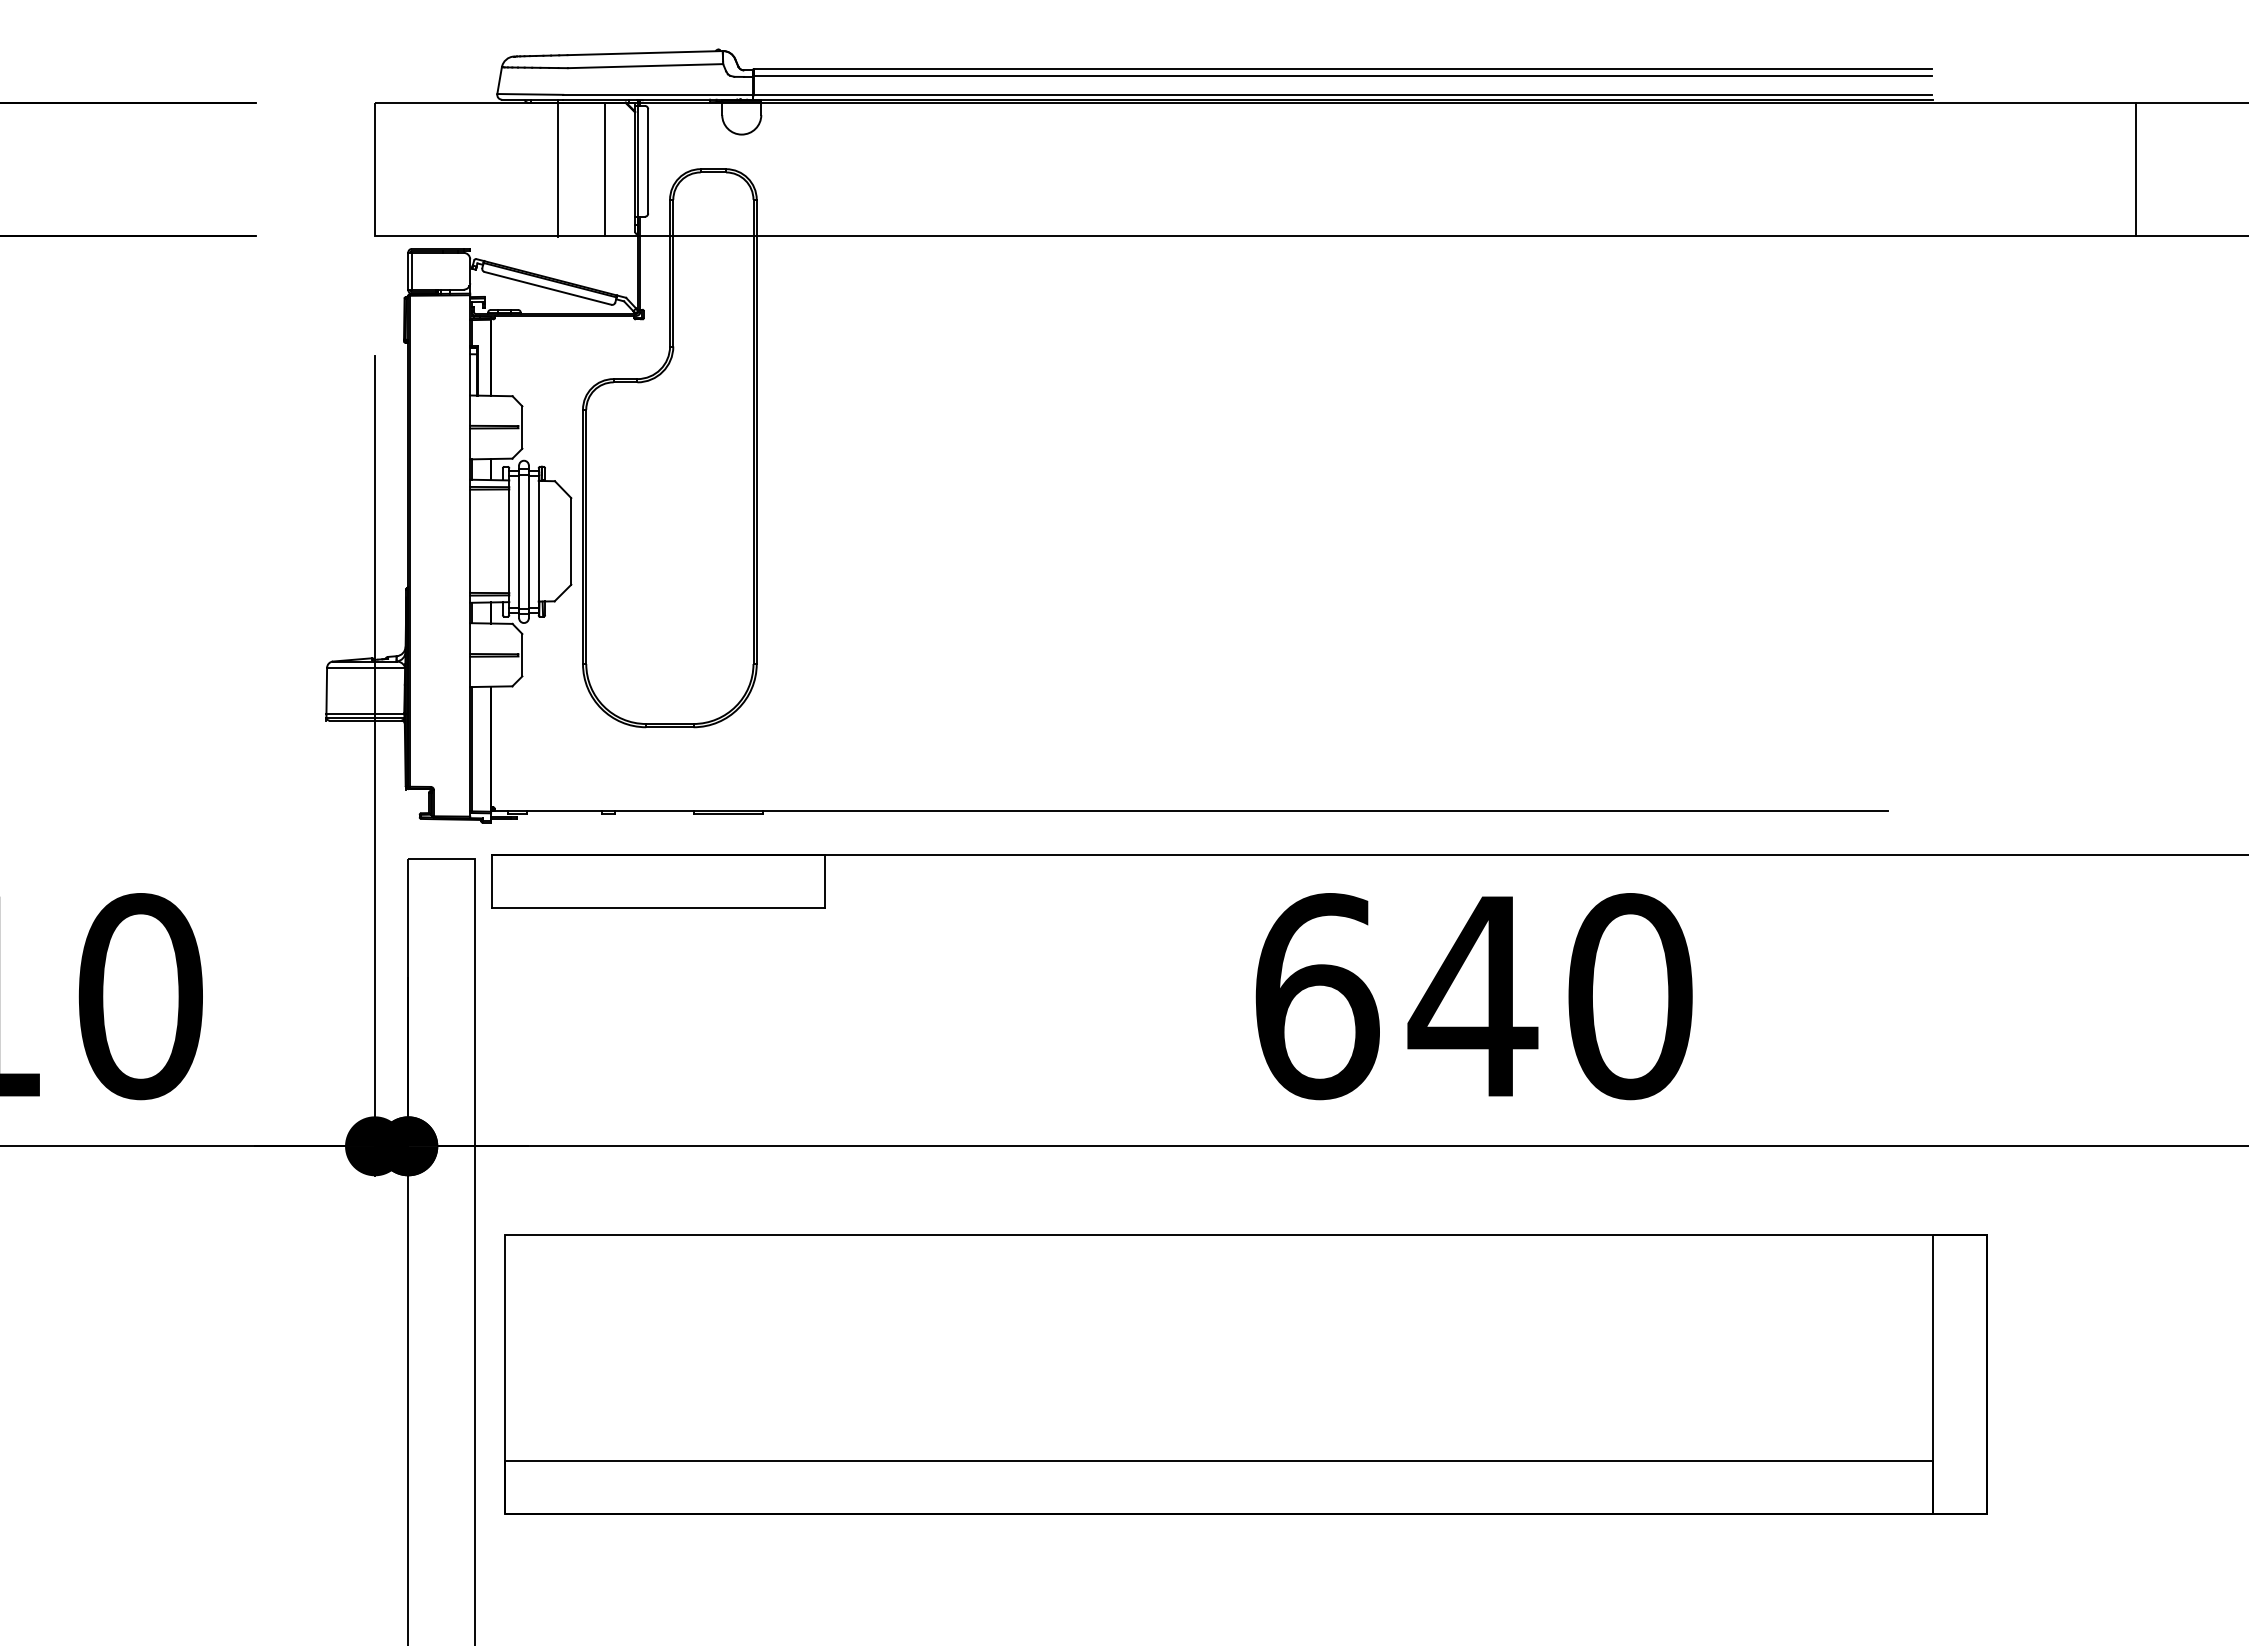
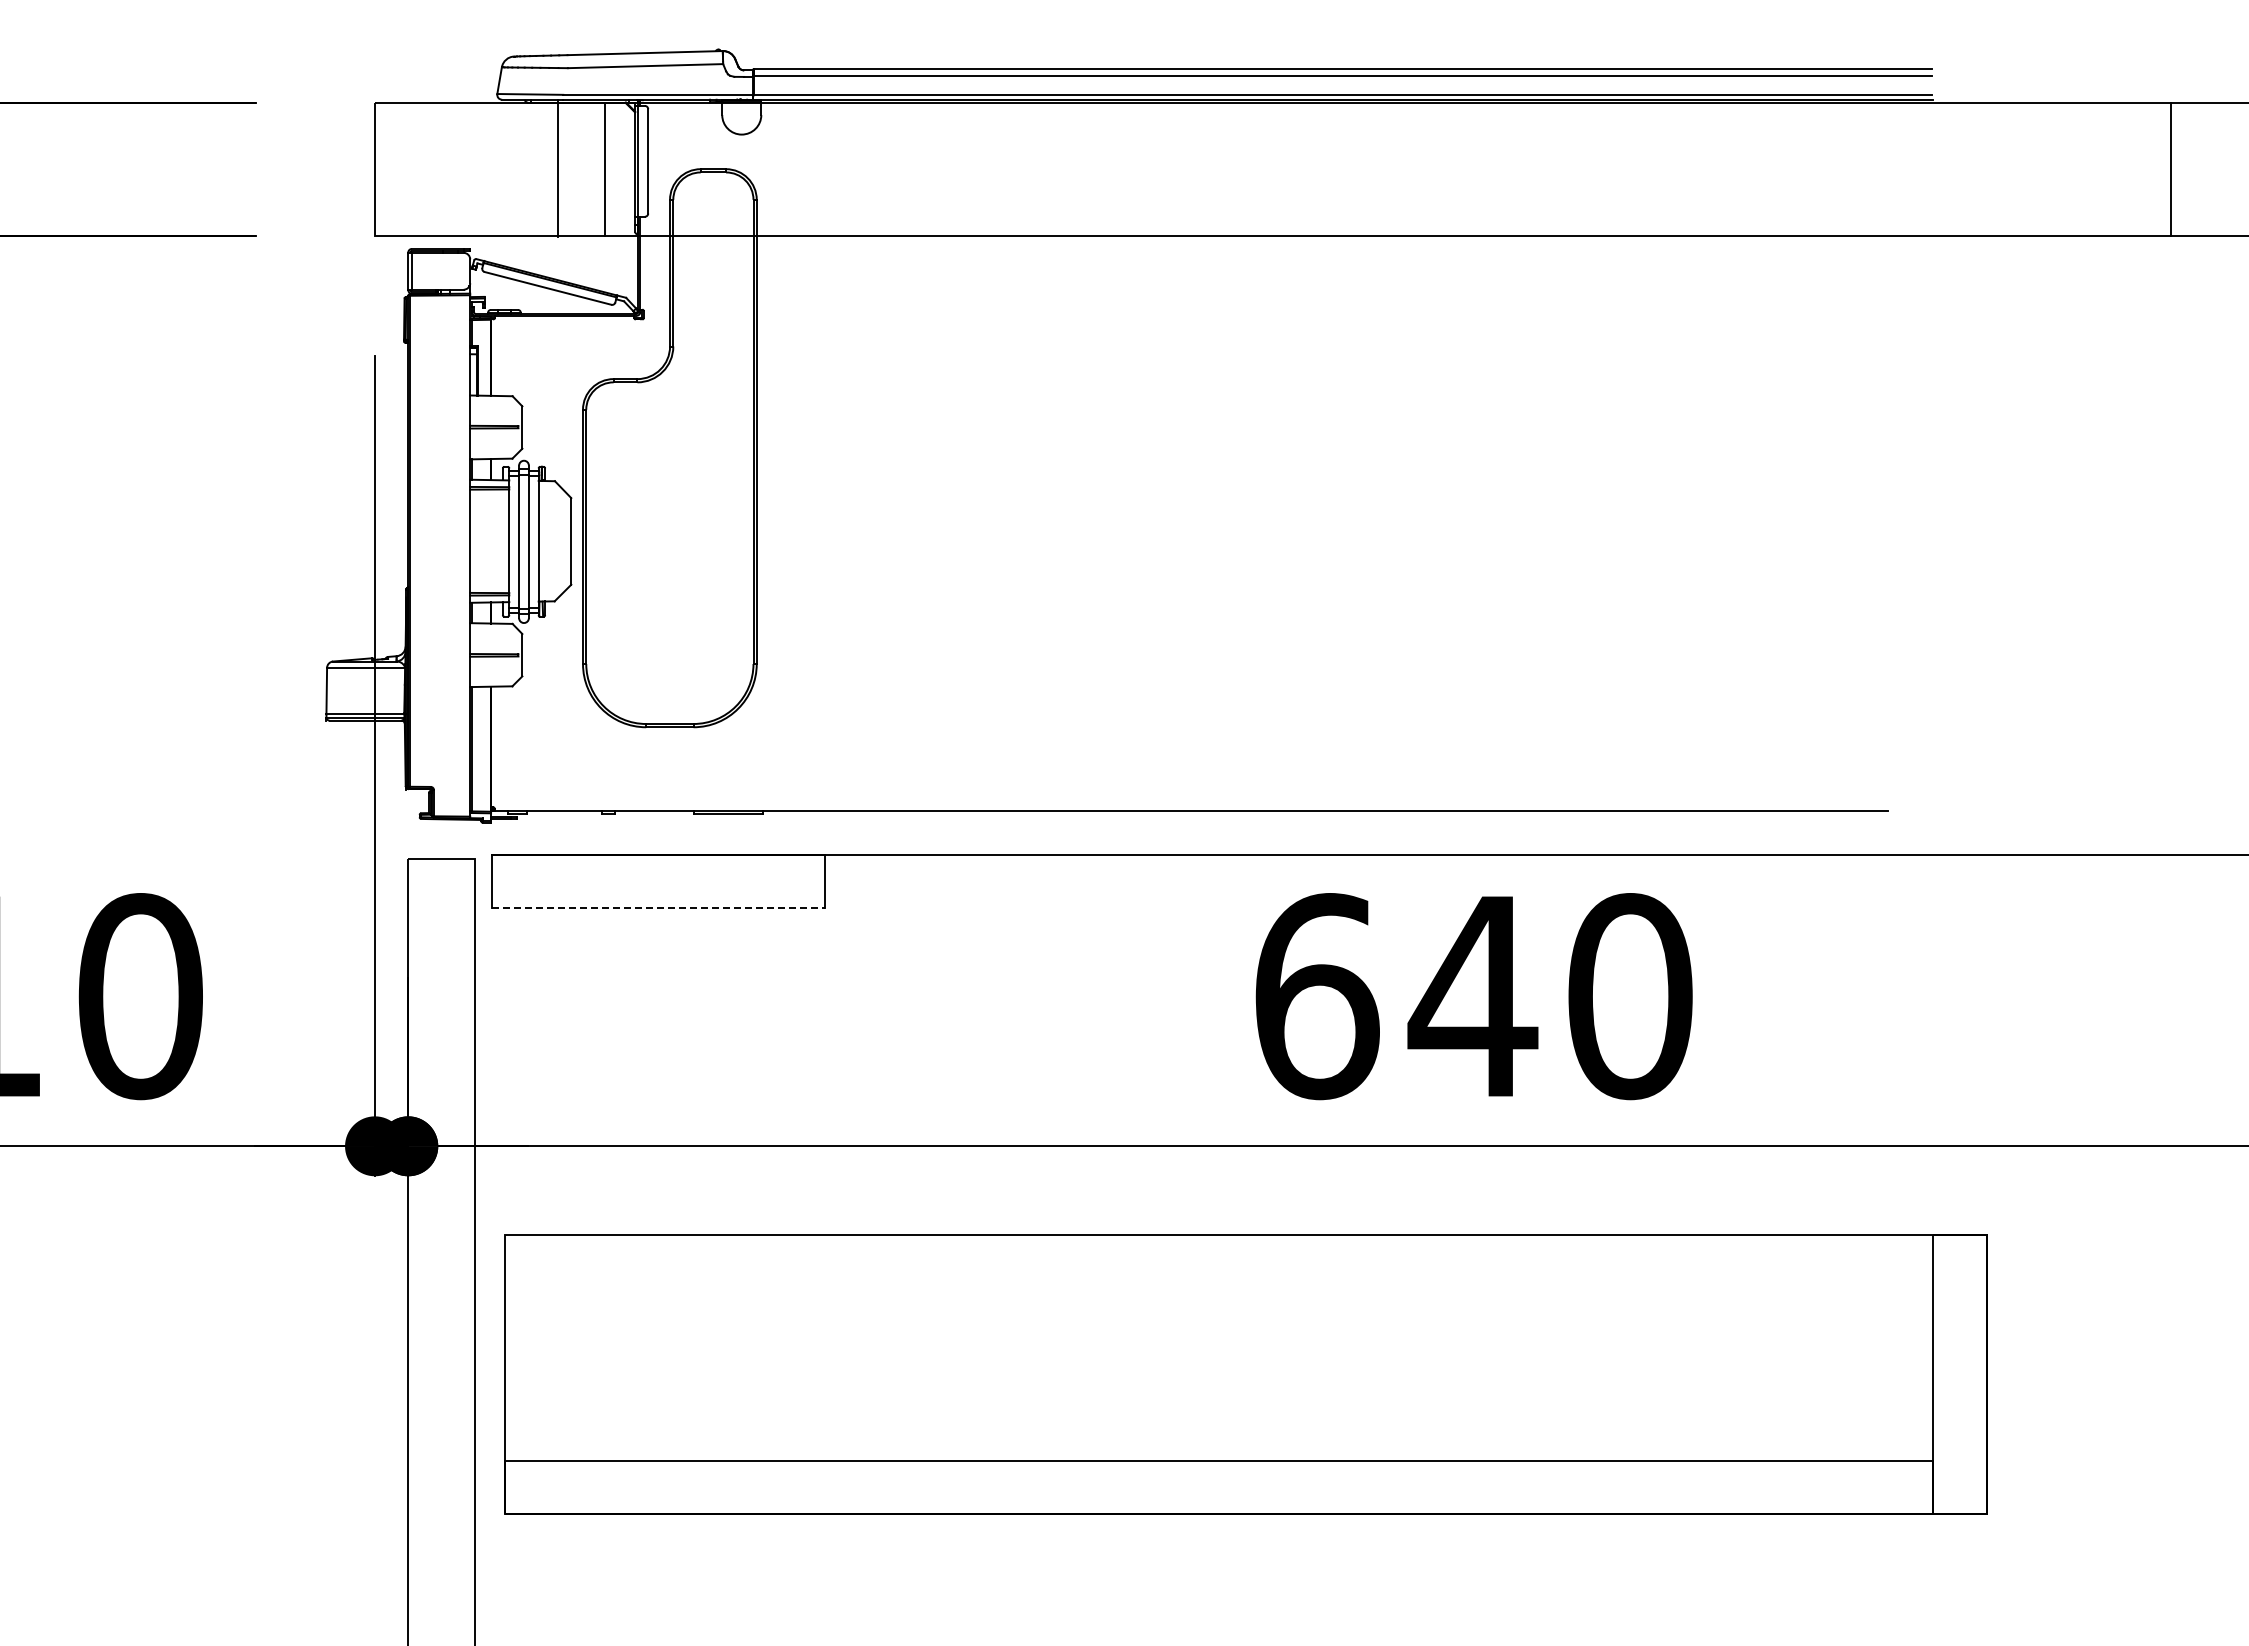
line at (2136, 168) position: (2136, 168) -> (2171, 168)
line at (658, 908): solid -> dashed
